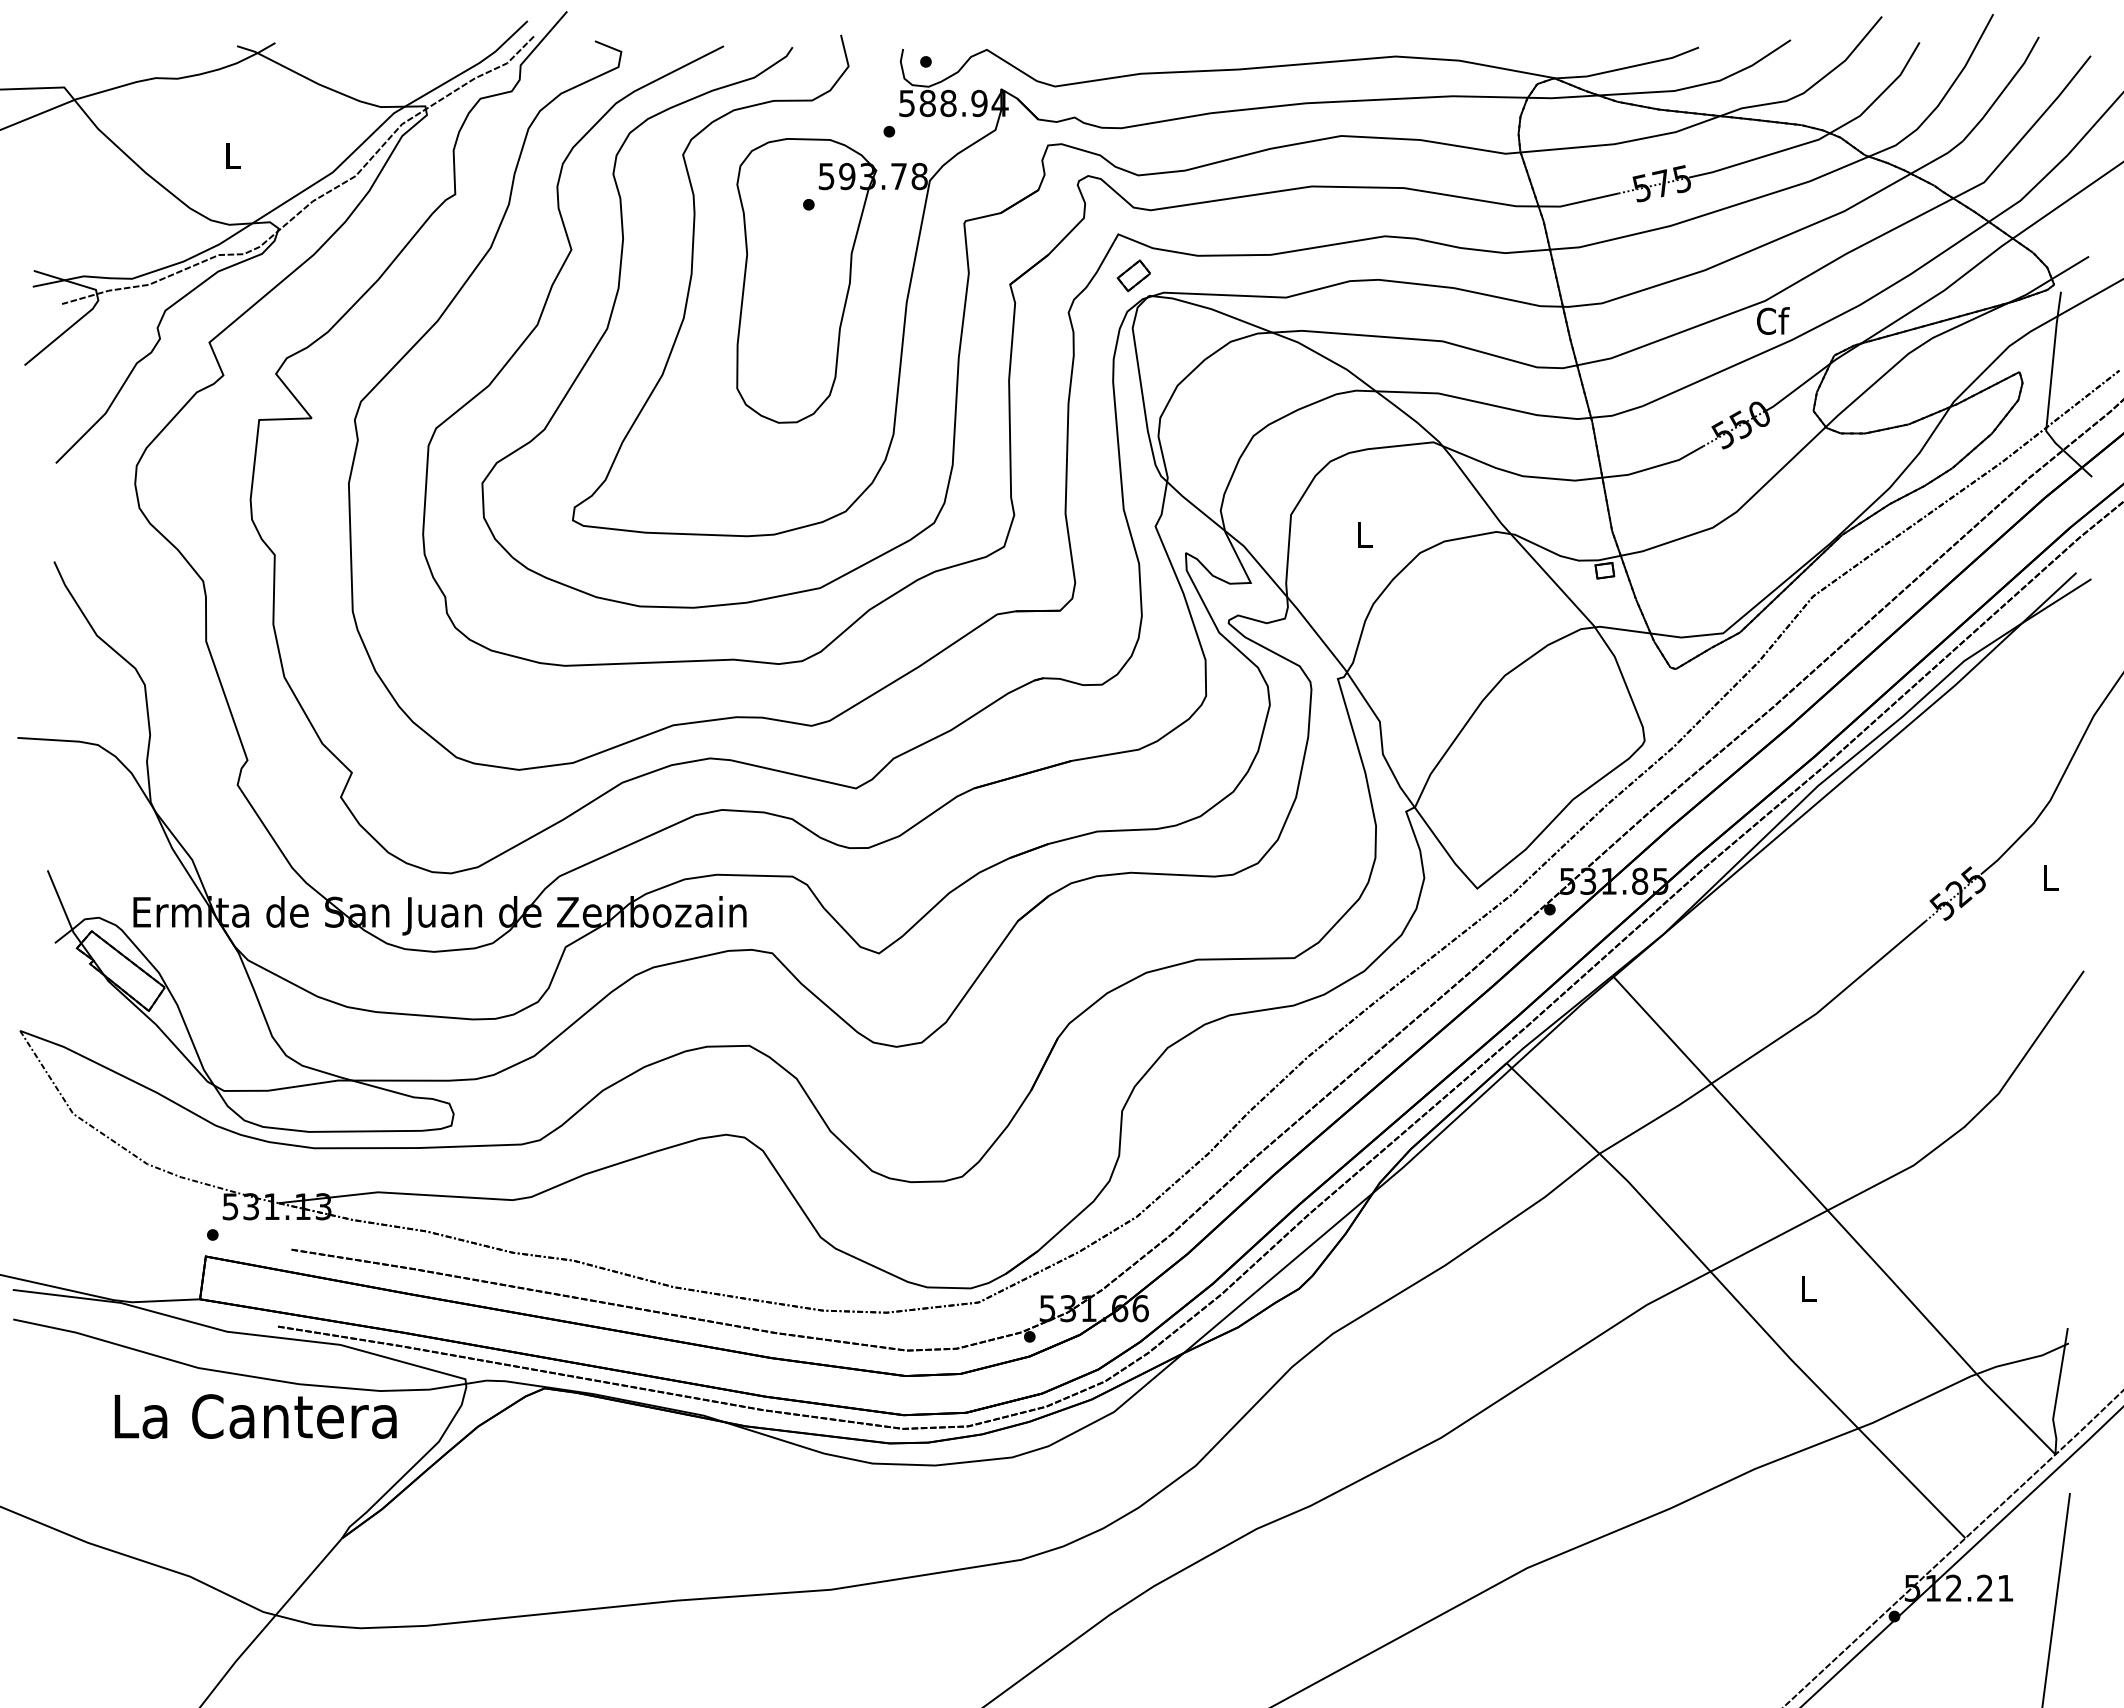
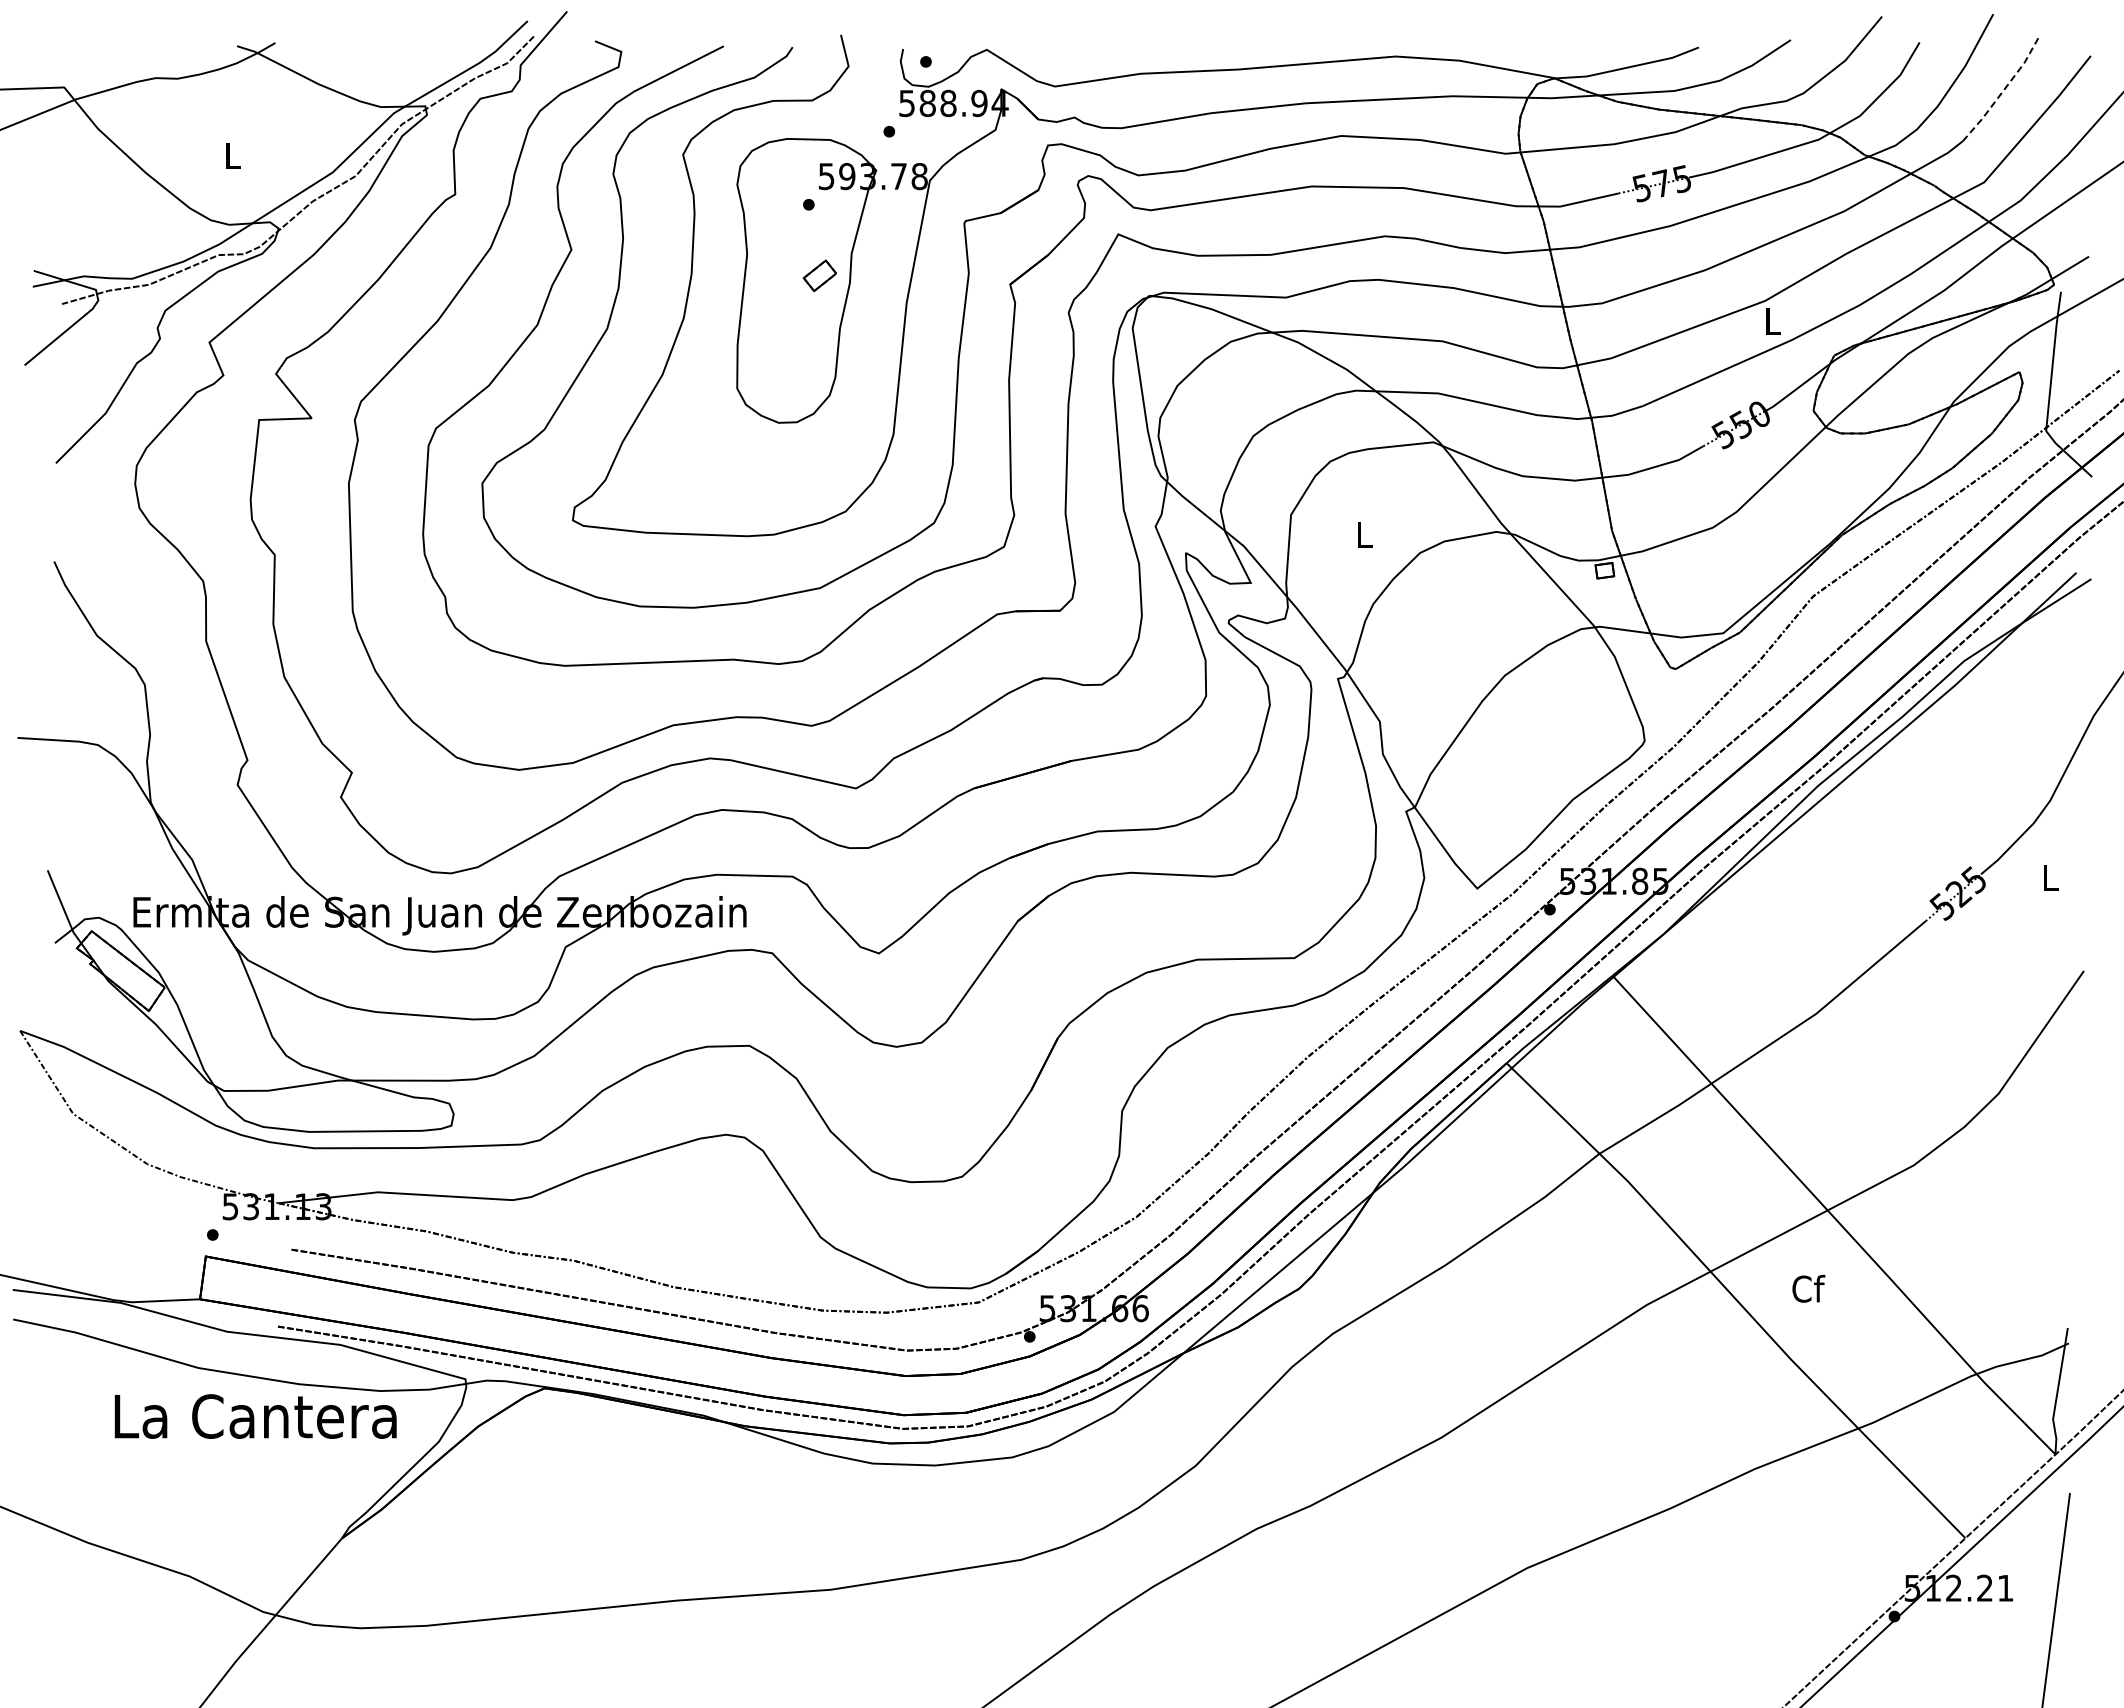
line at (2003, 90): solid -> dashed
part at (1133, 275) position: (1133, 275) -> (819, 275)
text at (1773, 320): Cf -> L
text at (1808, 1288): L -> Cf
